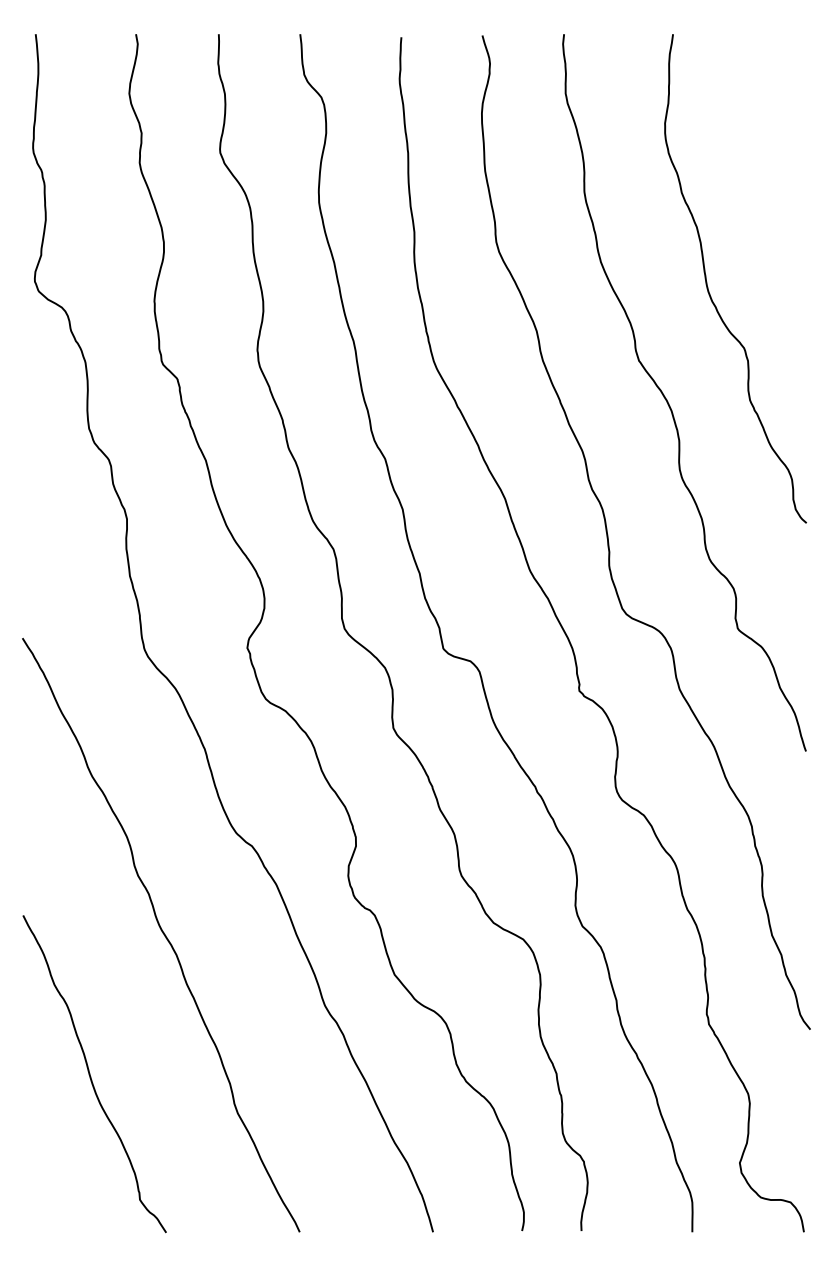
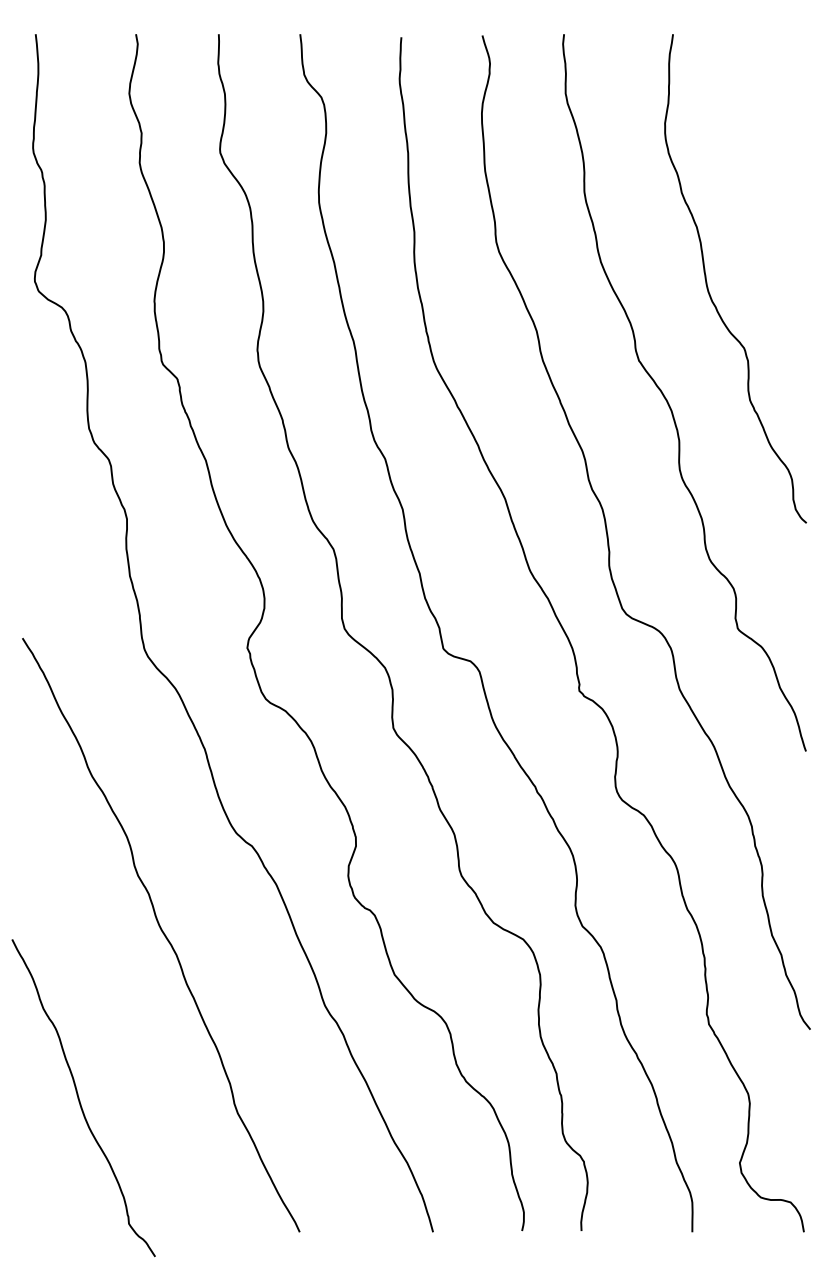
curve at (91, 1076) position: (91, 1076) -> (80, 1100)
